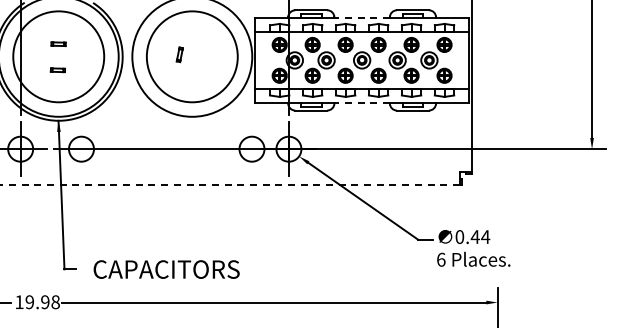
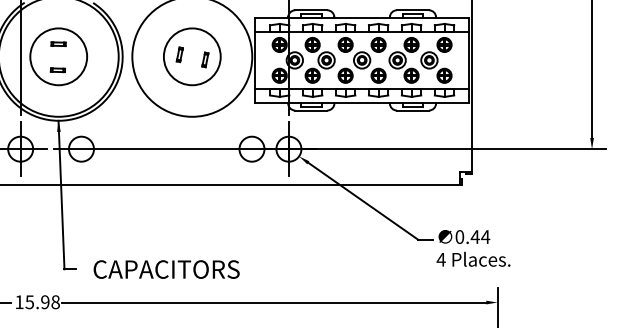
line at (362, 17): dashed -> solid
circle at (58, 56) diameter: 91 px -> 57 px
circle at (191, 56) diameter: 91 px -> 57 px
part at (205, 59): none -> present
line at (362, 103): dashed -> solid
line at (230, 184): dashed -> solid
text at (440, 259): 6 -> 4
text at (29, 302): 19.98 -> 15.98
